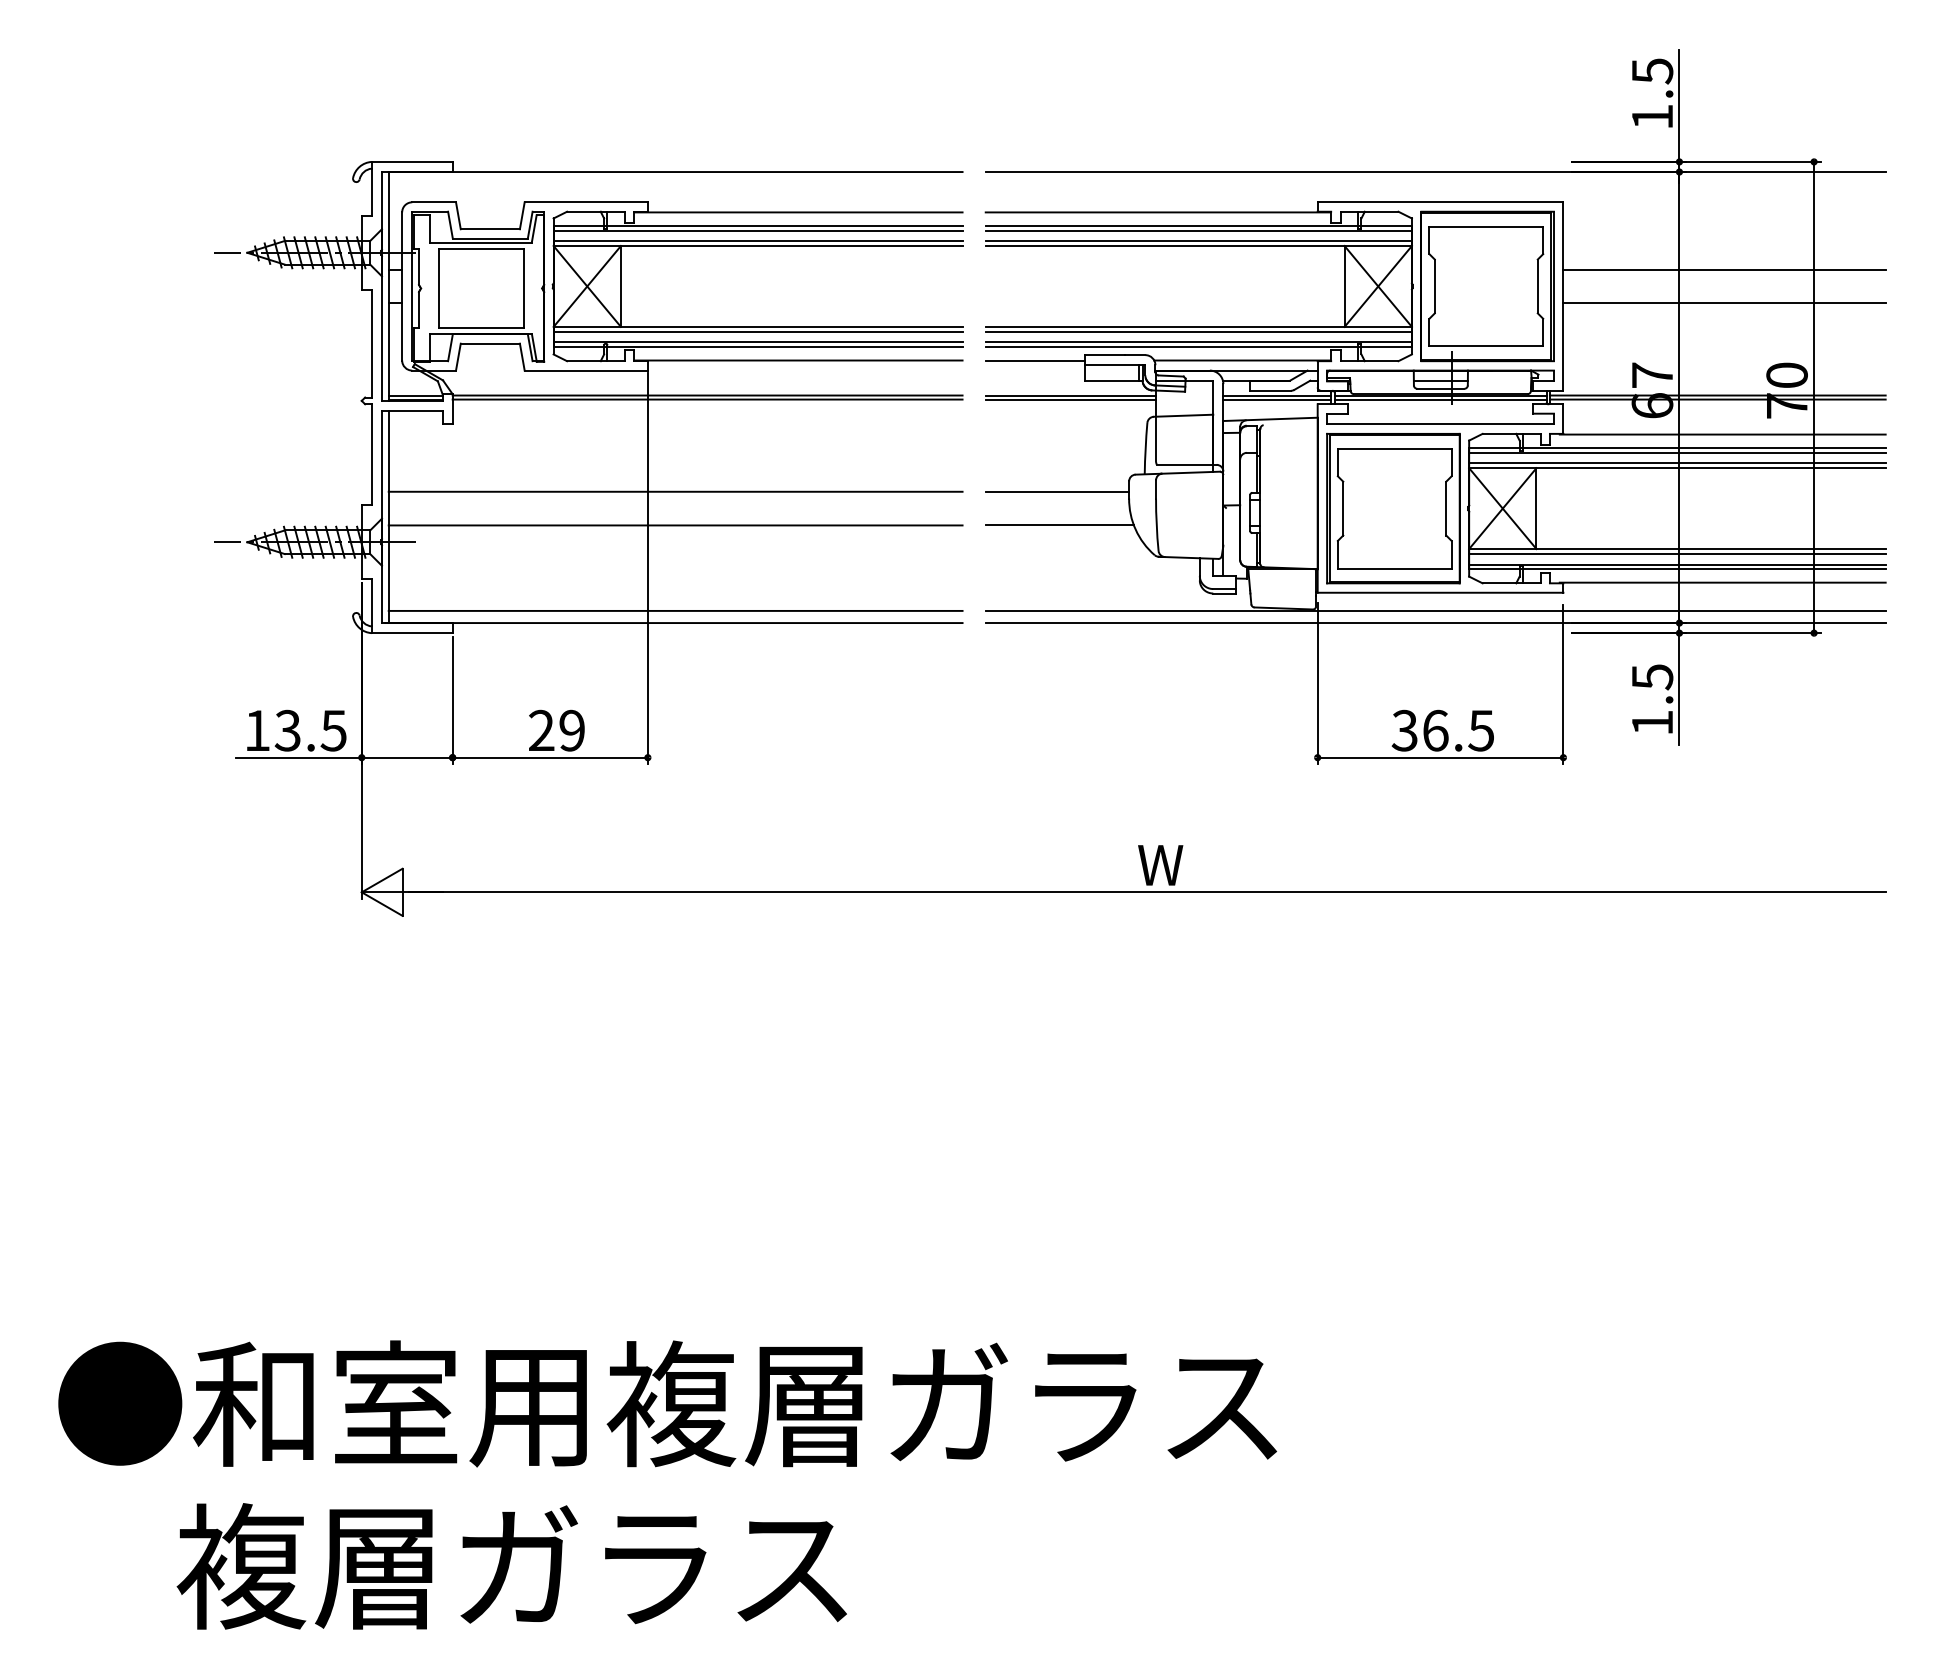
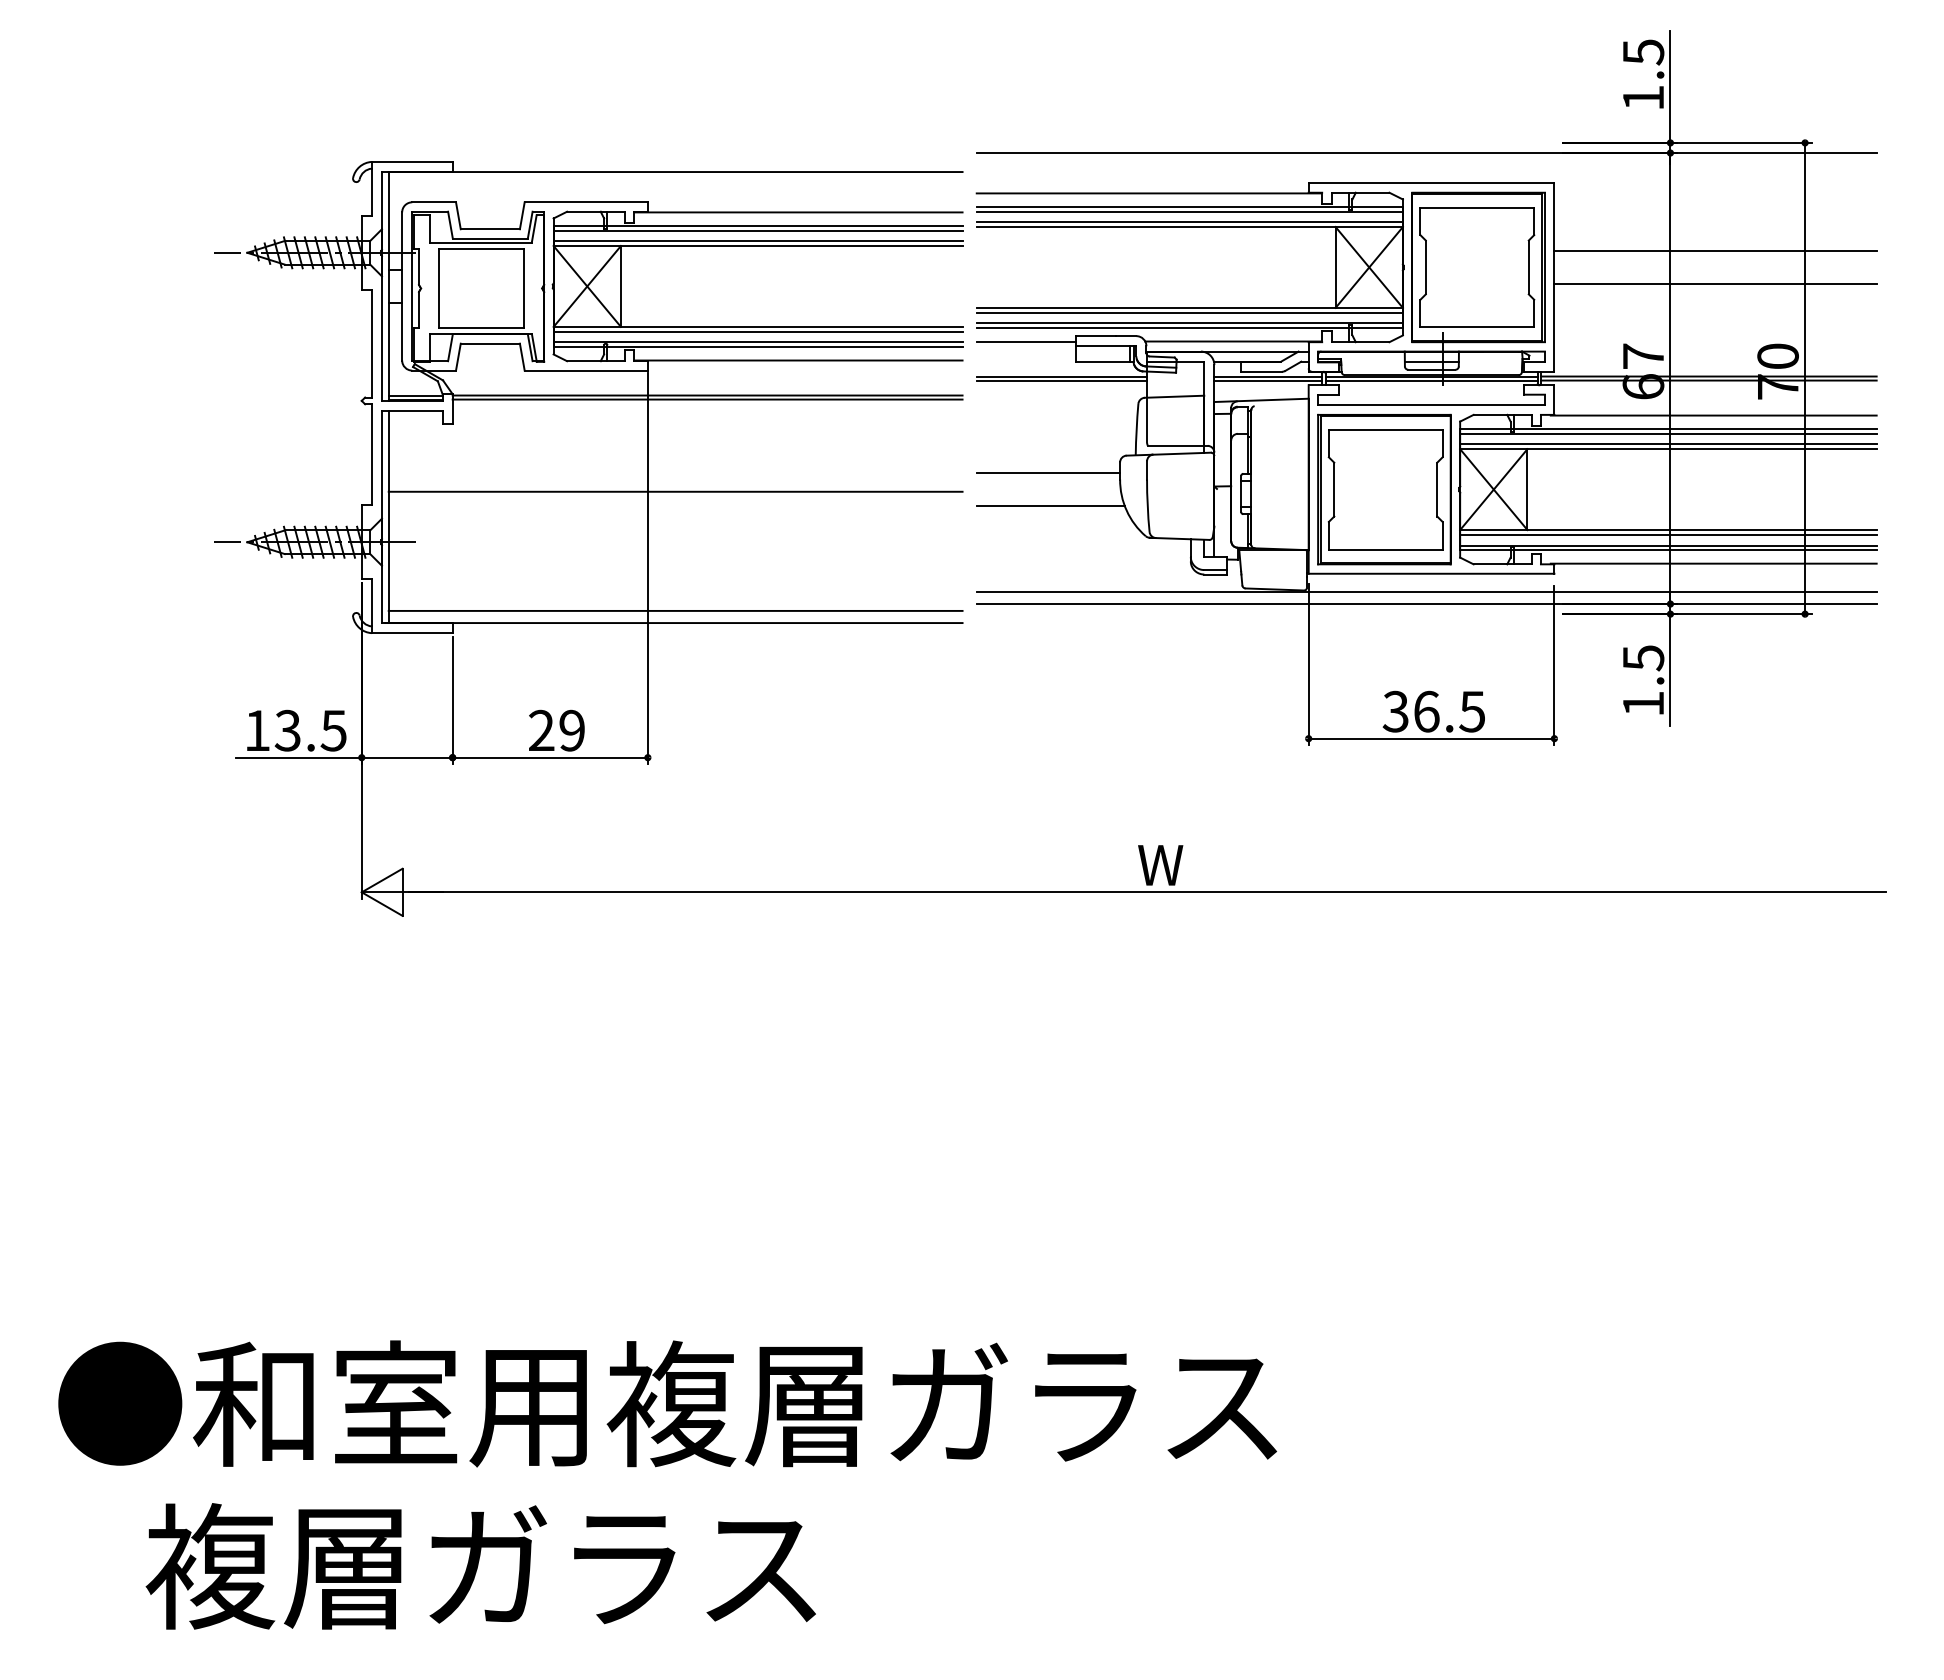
part at (1435, 406) position: (1435, 406) -> (1426, 387)
line at (675, 525): present -> none
text at (511, 1566) position: (511, 1566) -> (480, 1566)
